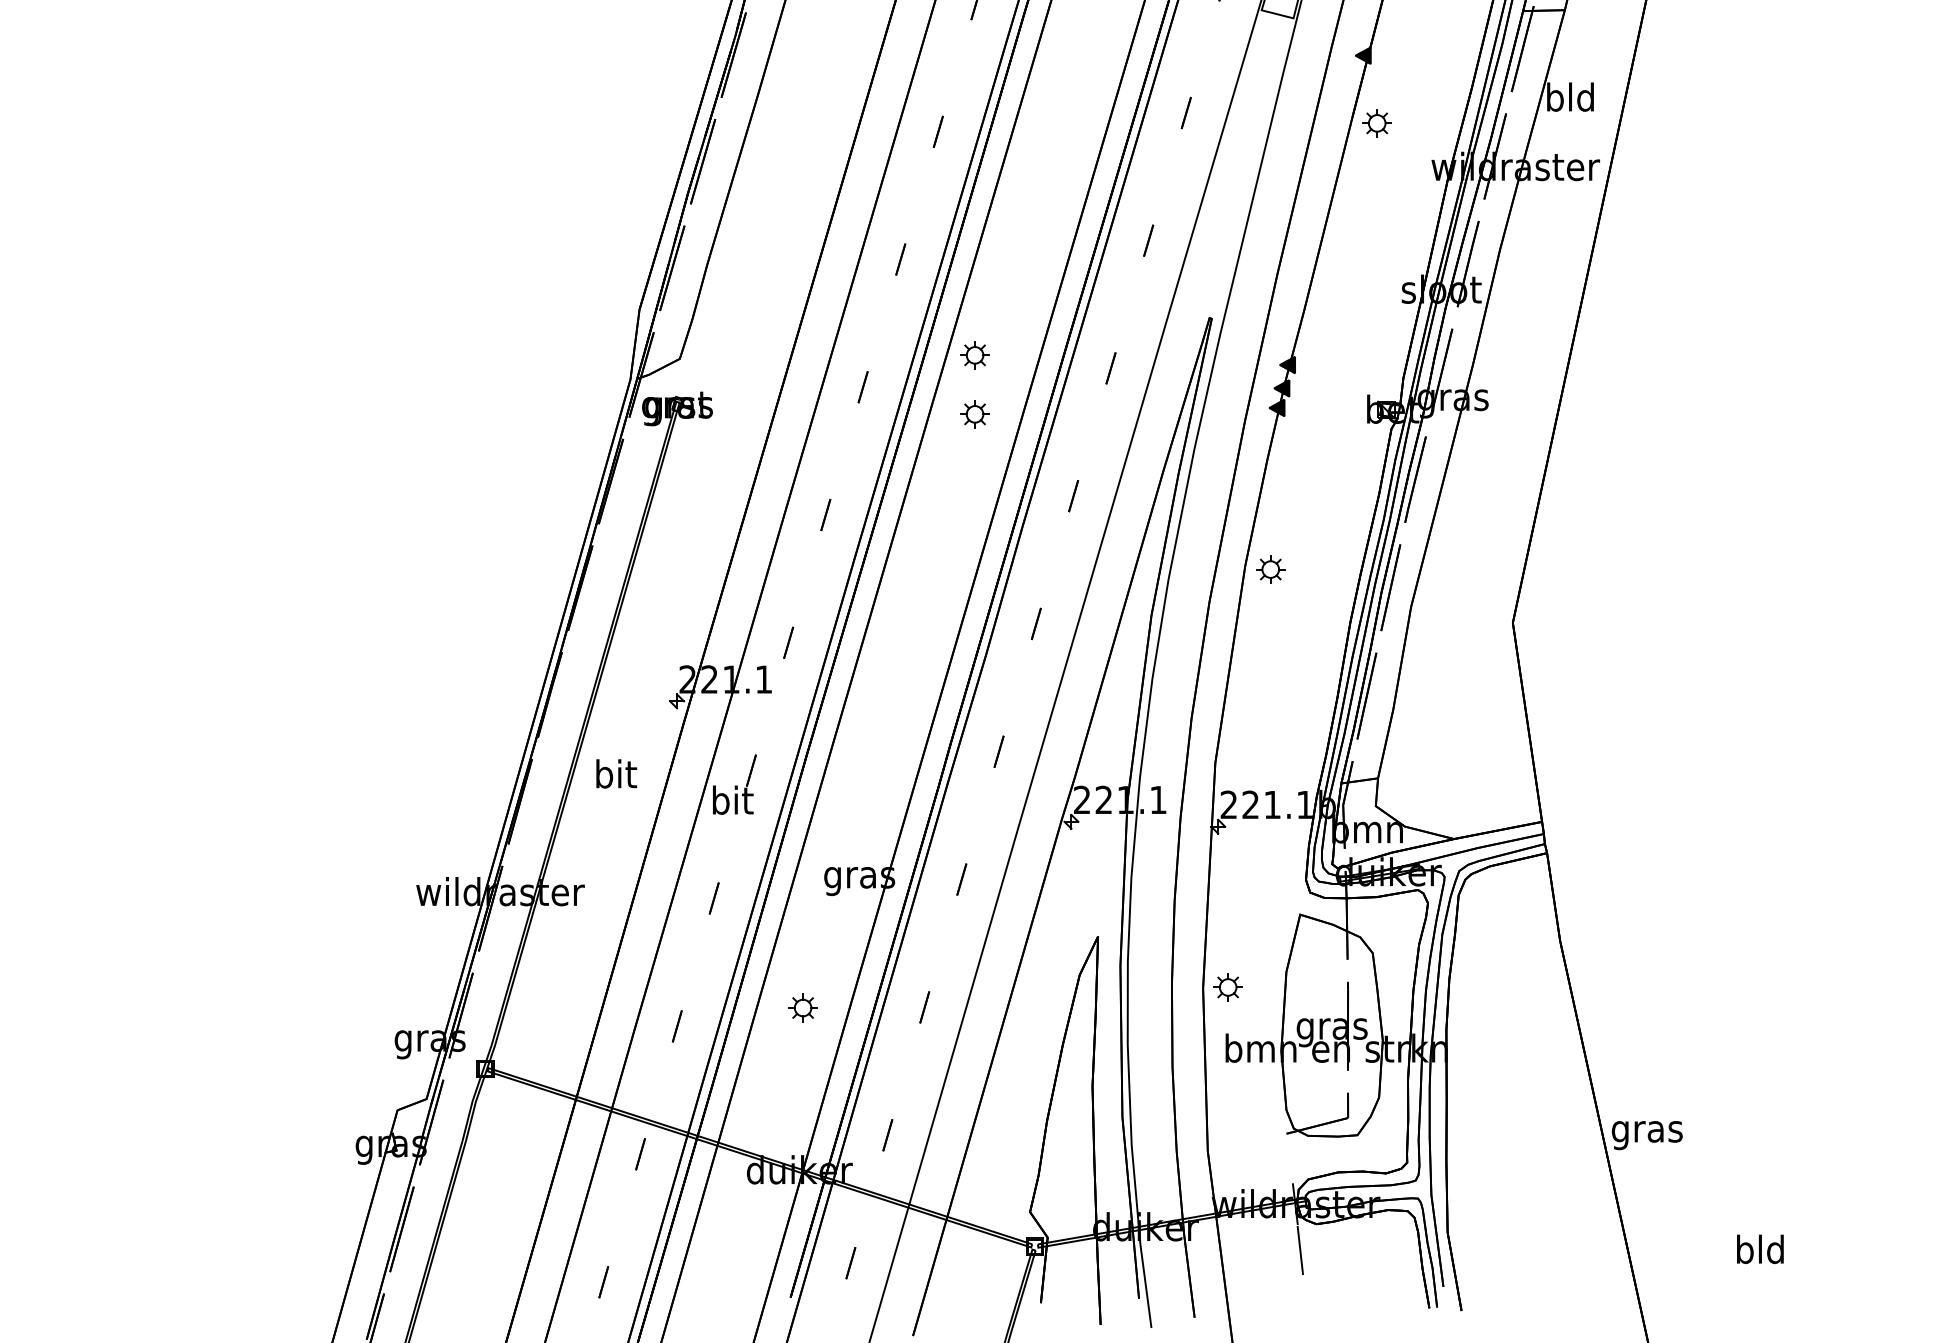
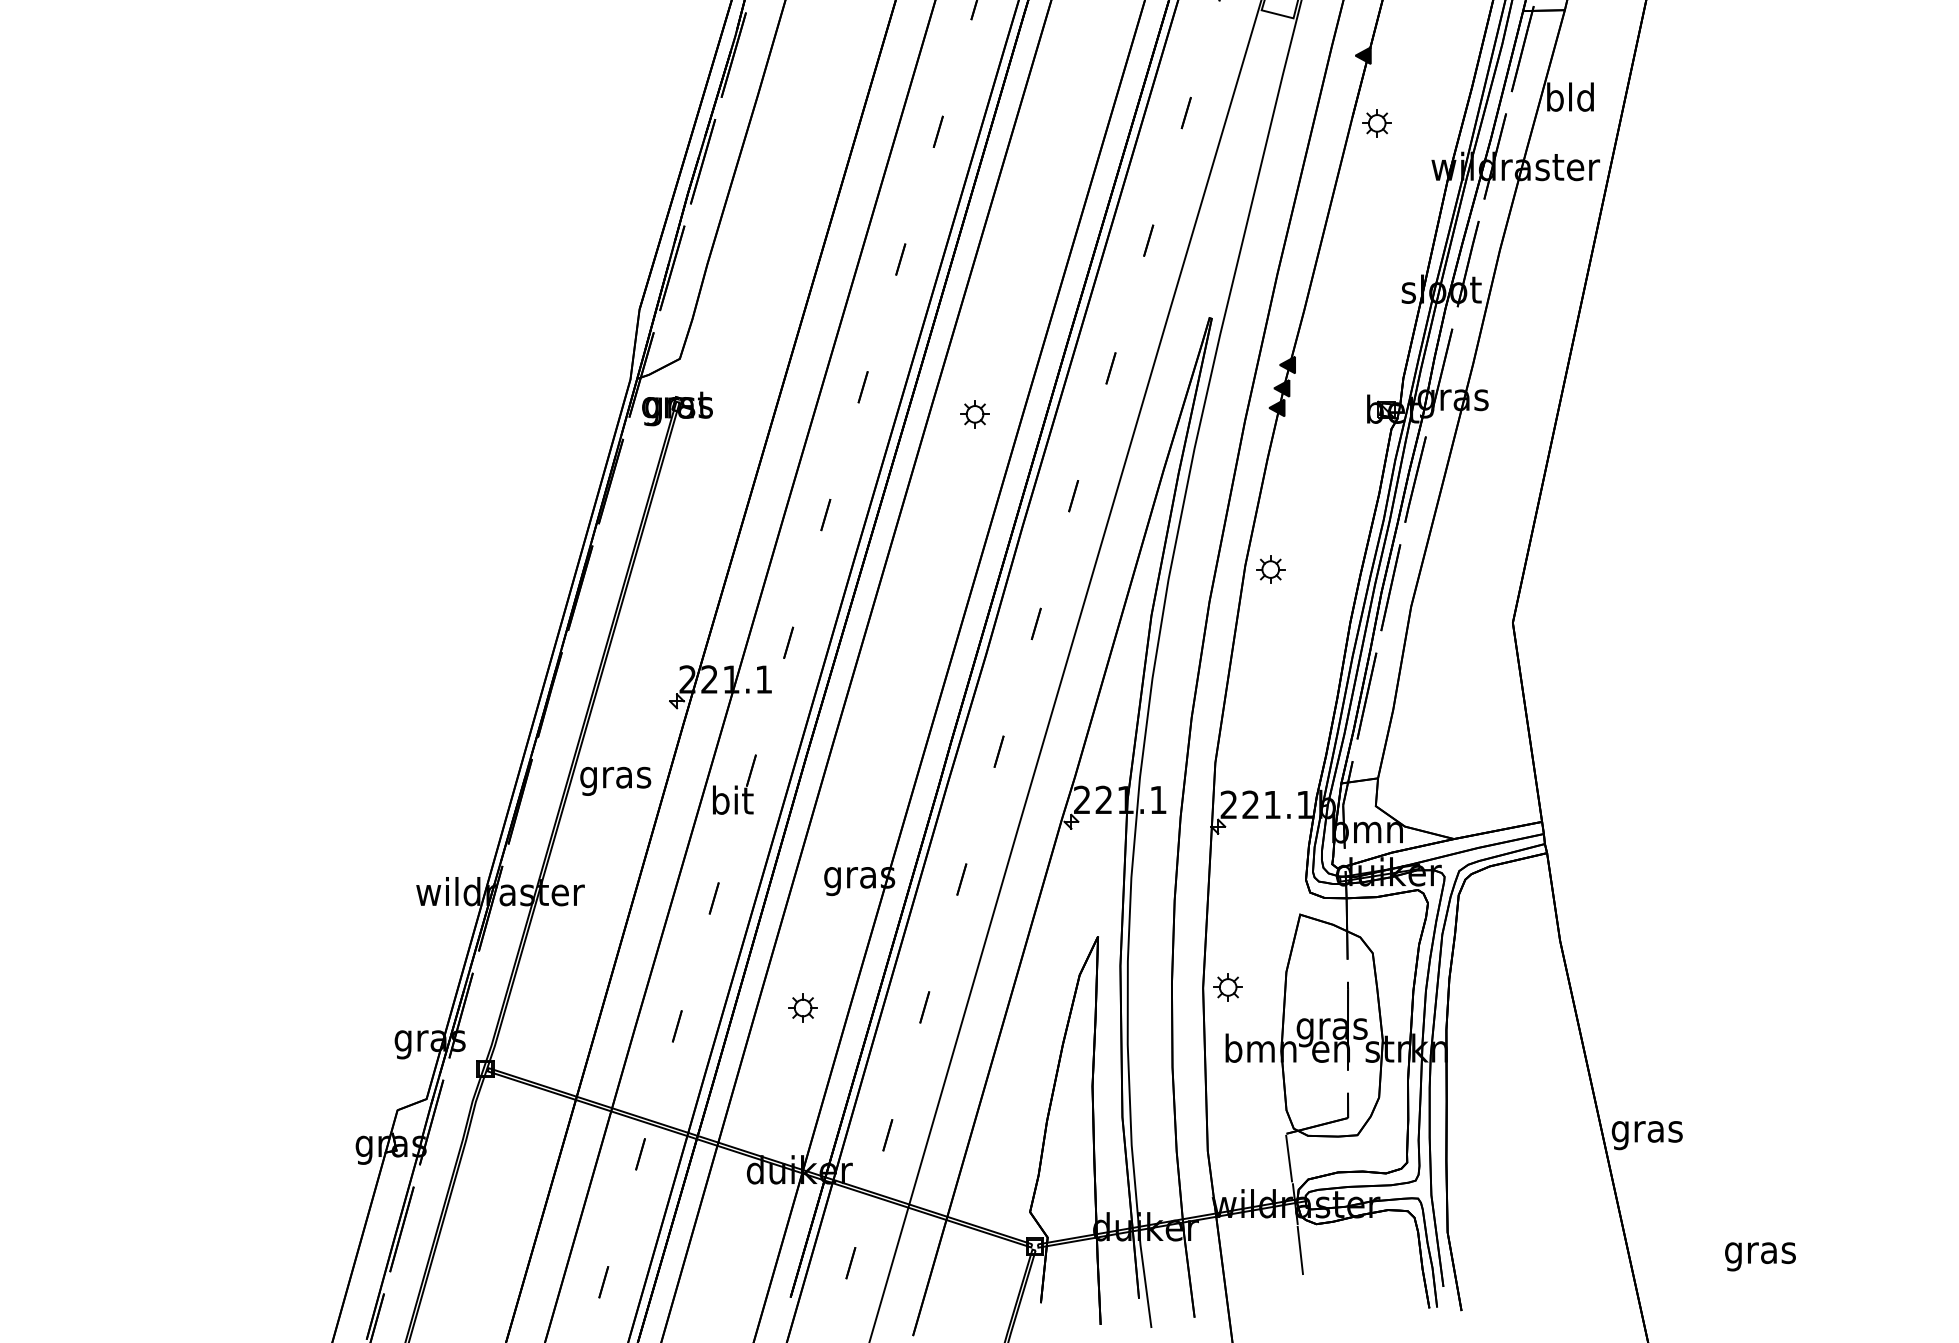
part at (974, 355): present -> none
text at (615, 777): bit -> gras
line at (1289, 1158): none -> present
text at (1760, 1252): bld -> gras
